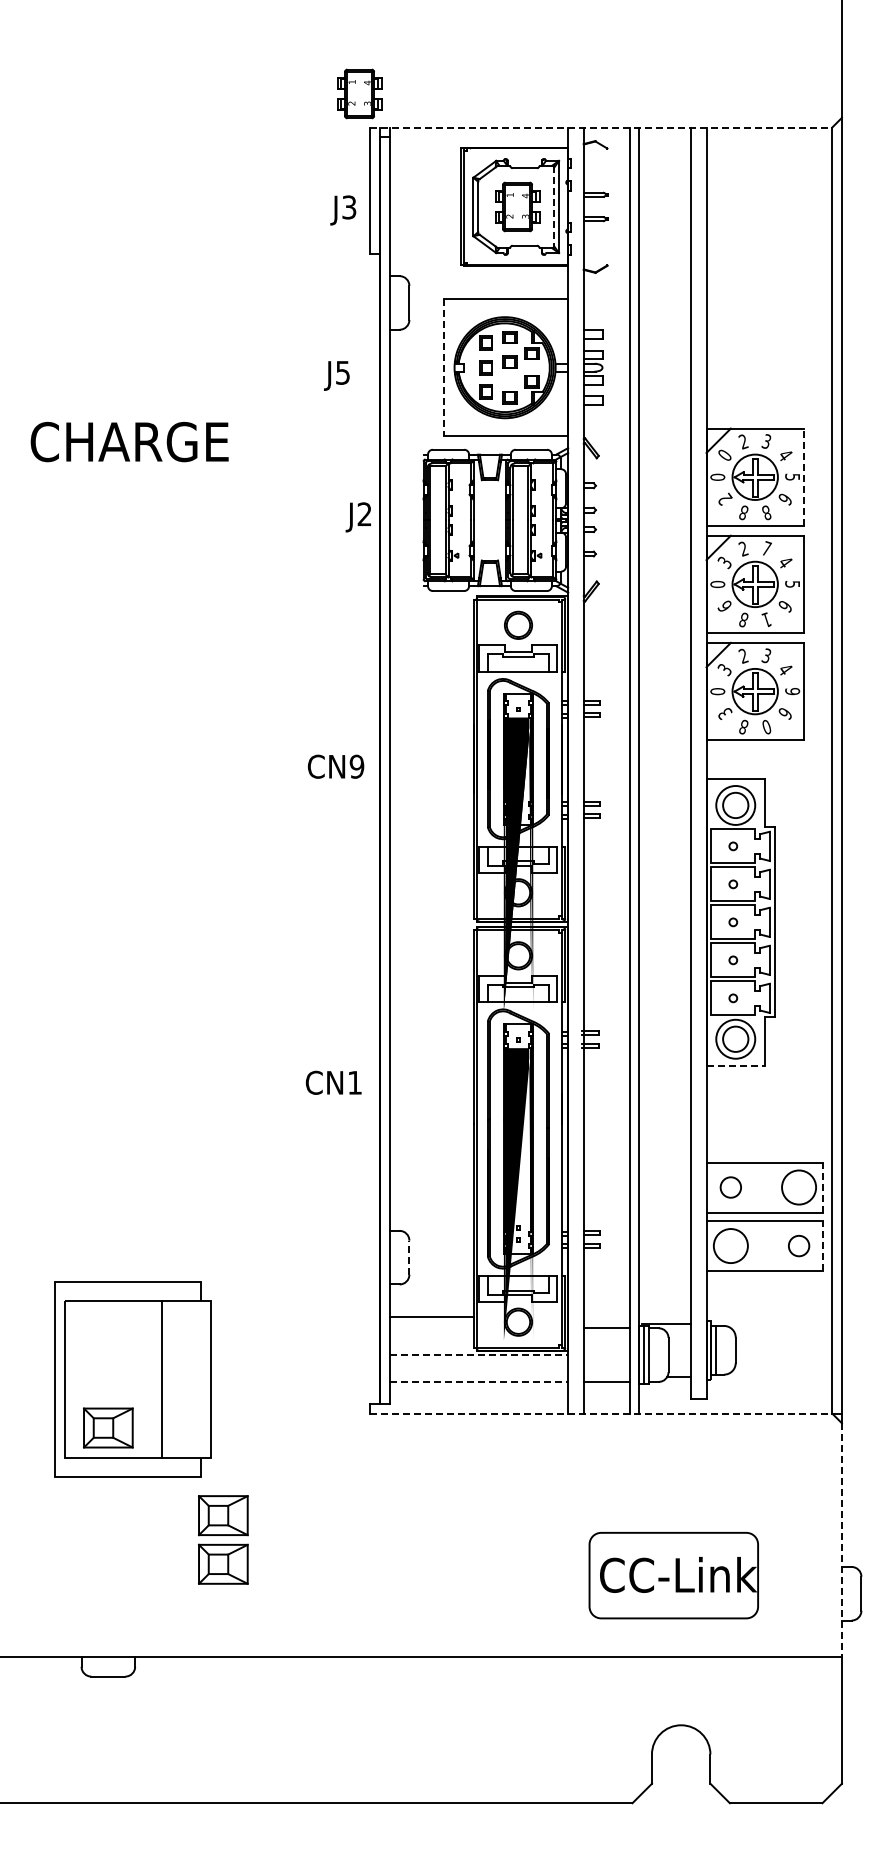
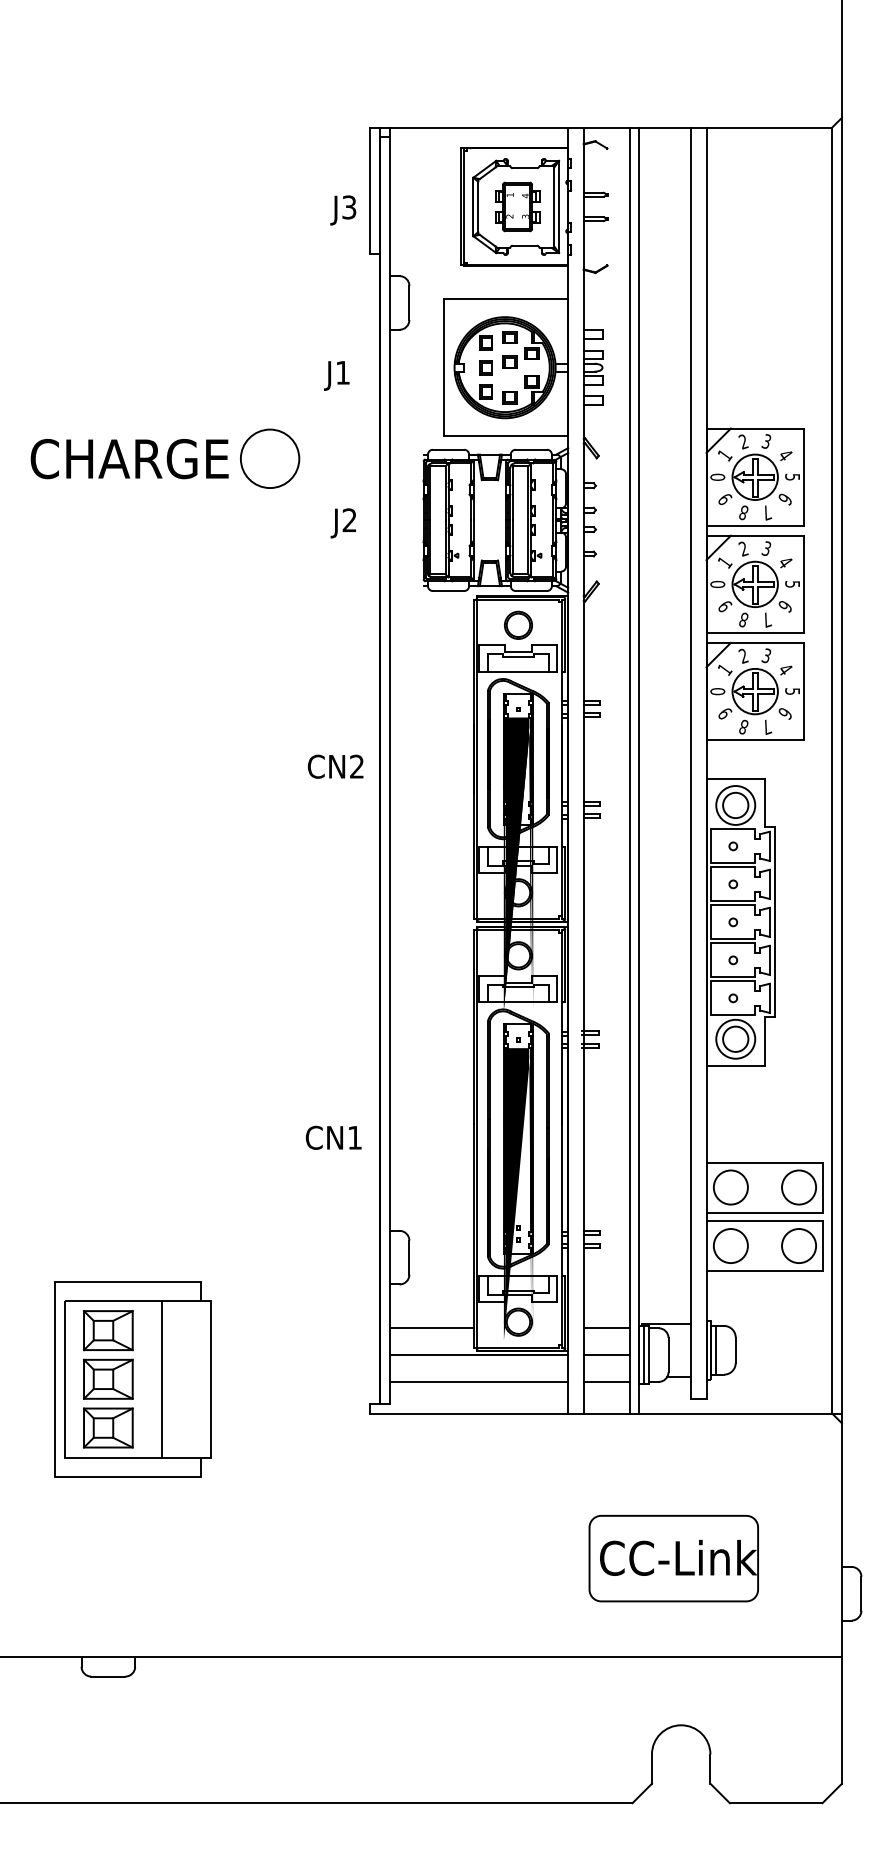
part at (359, 93): present -> none
line at (601, 127): dashed -> solid
line at (554, 207): dashed -> solid
line at (443, 367): dashed -> solid
text at (342, 372): J5 -> J1
text at (129, 442) position: (129, 442) -> (129, 459)
text at (725, 455): 0 -> 1
circle at (270, 458): none -> present
line at (803, 477): dashed -> solid
text at (725, 498): 2 -> 9
text at (767, 512): 8 -> 7
text at (357, 517) position: (357, 517) -> (342, 523)
text at (766, 548): 7 -> 3
text at (724, 562): 3 -> 1
text at (724, 606): 6 -> 9
text at (766, 619): 1 -> 7
text at (724, 670): 3 -> 1
text at (792, 691): 9 -> 5
text at (725, 714): 3 -> 9
text at (767, 726): 0 -> 7
text at (356, 766): CN9 -> CN2
line at (736, 1066): dashed -> solid
text at (333, 1082) position: (333, 1082) -> (333, 1137)
circle at (730, 1187) diameter: 20 px -> 34 px
line at (823, 1187): dashed -> solid
circle at (798, 1245) diameter: 20 px -> 34 px
line at (823, 1245): dashed -> solid
line at (409, 1257): dashed -> solid
line at (431, 1317) position: (431, 1317) -> (431, 1328)
line at (479, 1355): dashed -> solid
line at (606, 1355): none -> present
line at (479, 1381): dashed -> solid
line at (601, 1413): dashed -> solid
part at (223, 1539) position: (223, 1539) -> (108, 1354)
line at (841, 1540): dashed -> solid
part at (673, 1575) position: (673, 1575) -> (673, 1558)
